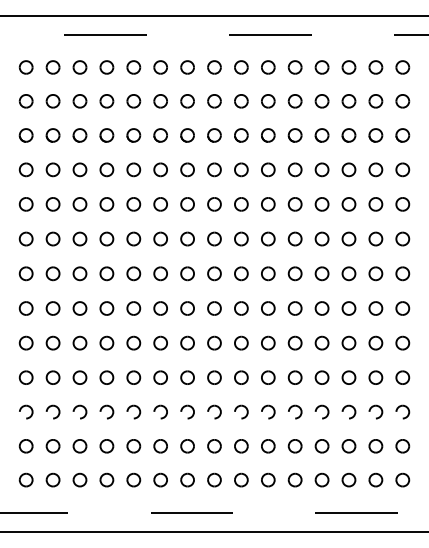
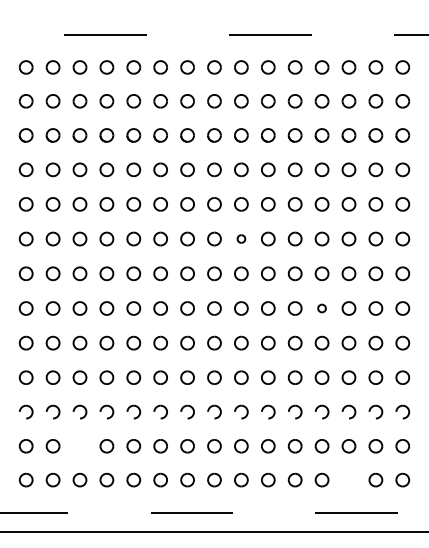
line at (213, 16): present -> none
part at (241, 238) size: 15x16 px -> 11x10 px
part at (321, 308) size: 16x15 px -> 10x11 px
part at (79, 446): present -> none
part at (348, 479): present -> none
